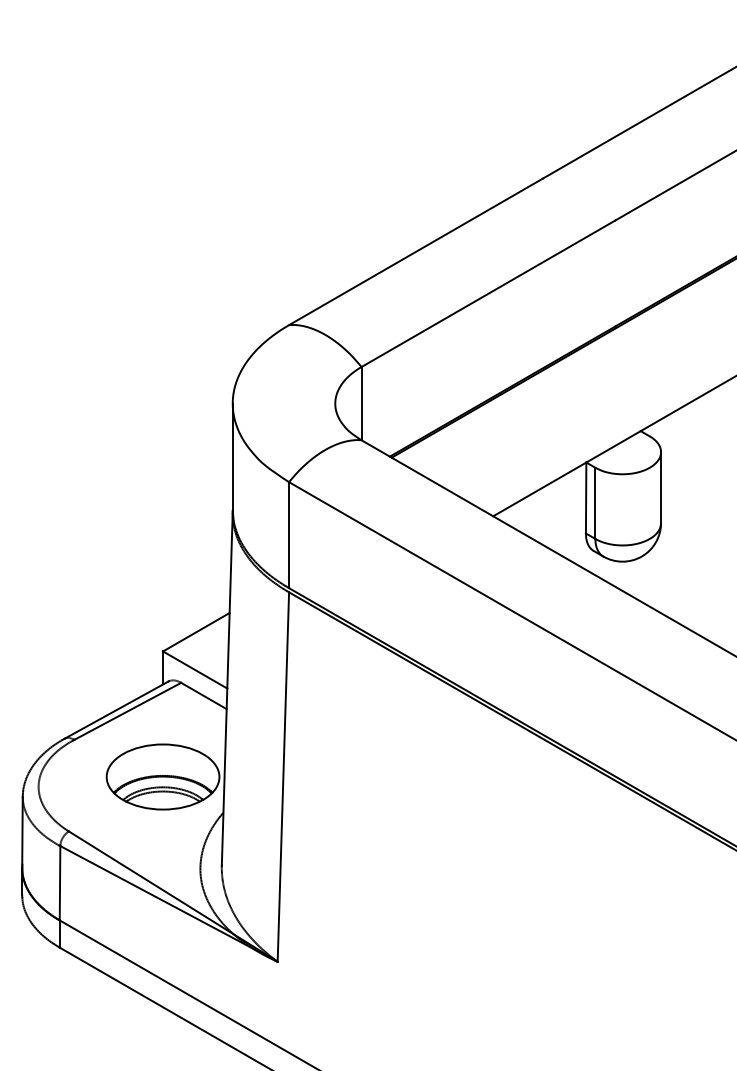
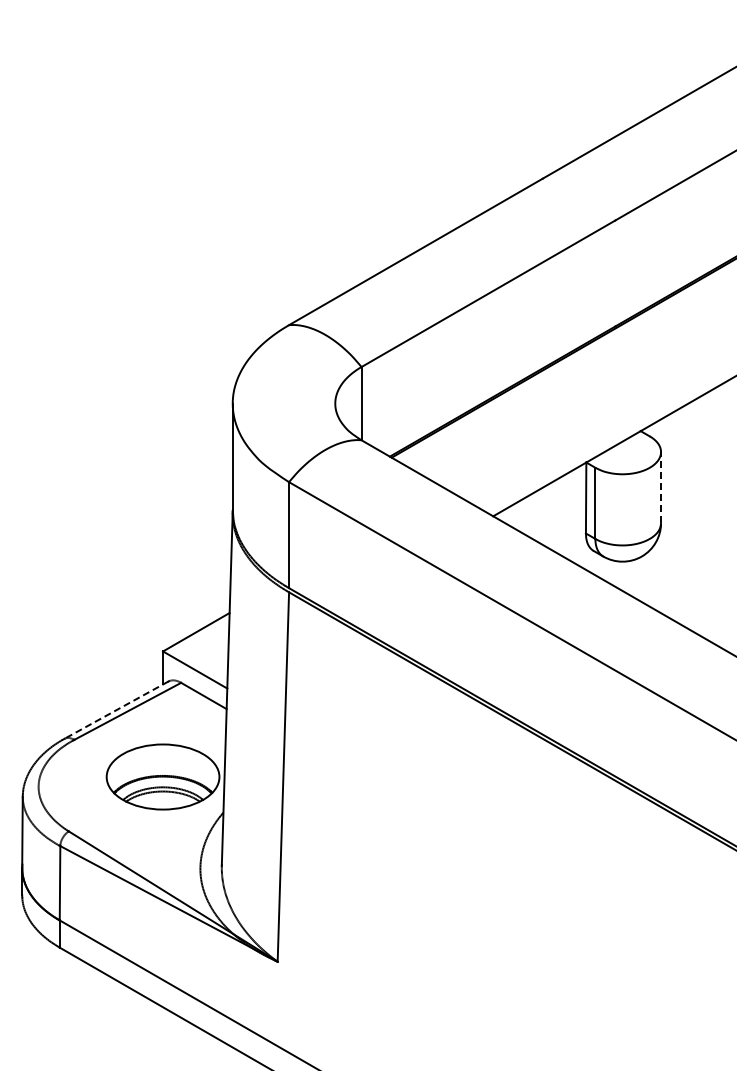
line at (661, 487): solid -> dashed
line at (116, 710): solid -> dashed
